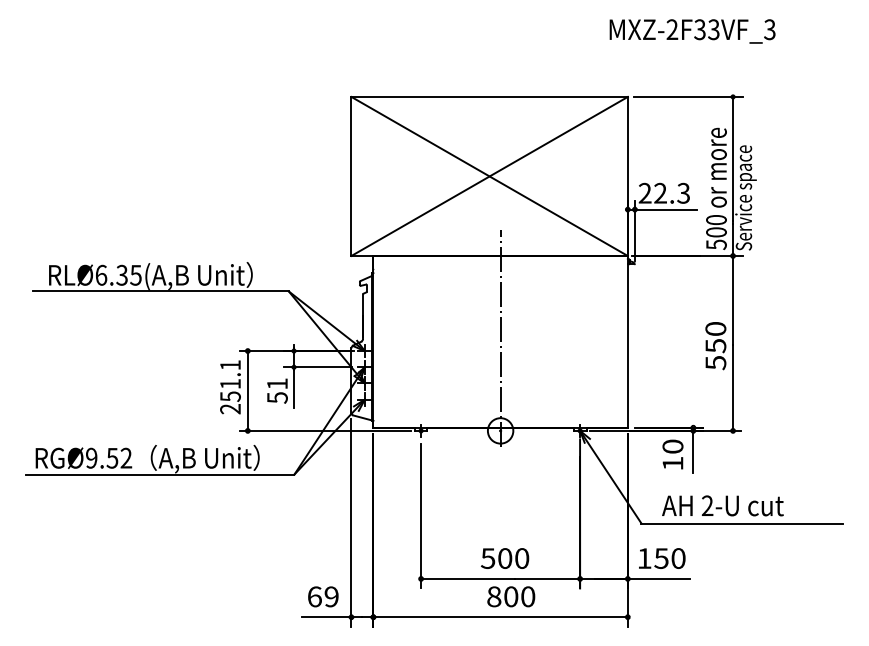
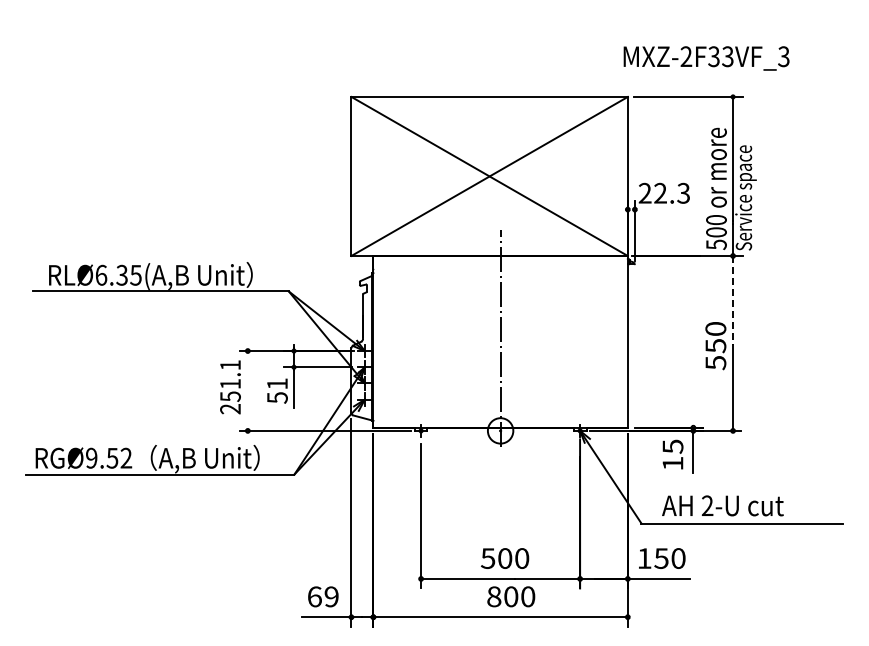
text at (692, 31) position: (692, 31) -> (706, 58)
line at (662, 209): present -> none
line at (733, 300): solid -> dashed
line at (247, 390): present -> none
text at (672, 446): 10 -> 15
